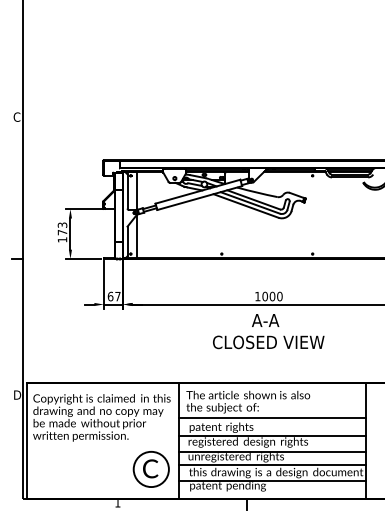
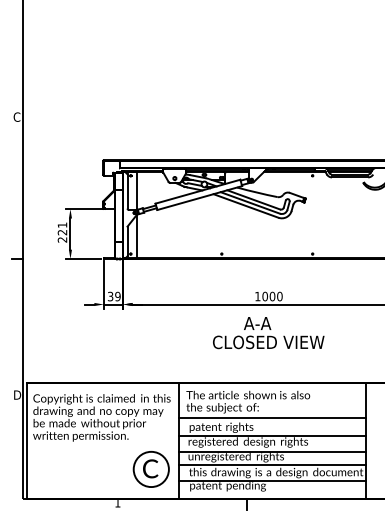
text at (62, 232): 173 -> 221
text at (113, 296): 67 -> 39
text at (265, 320) position: (265, 320) -> (257, 323)
